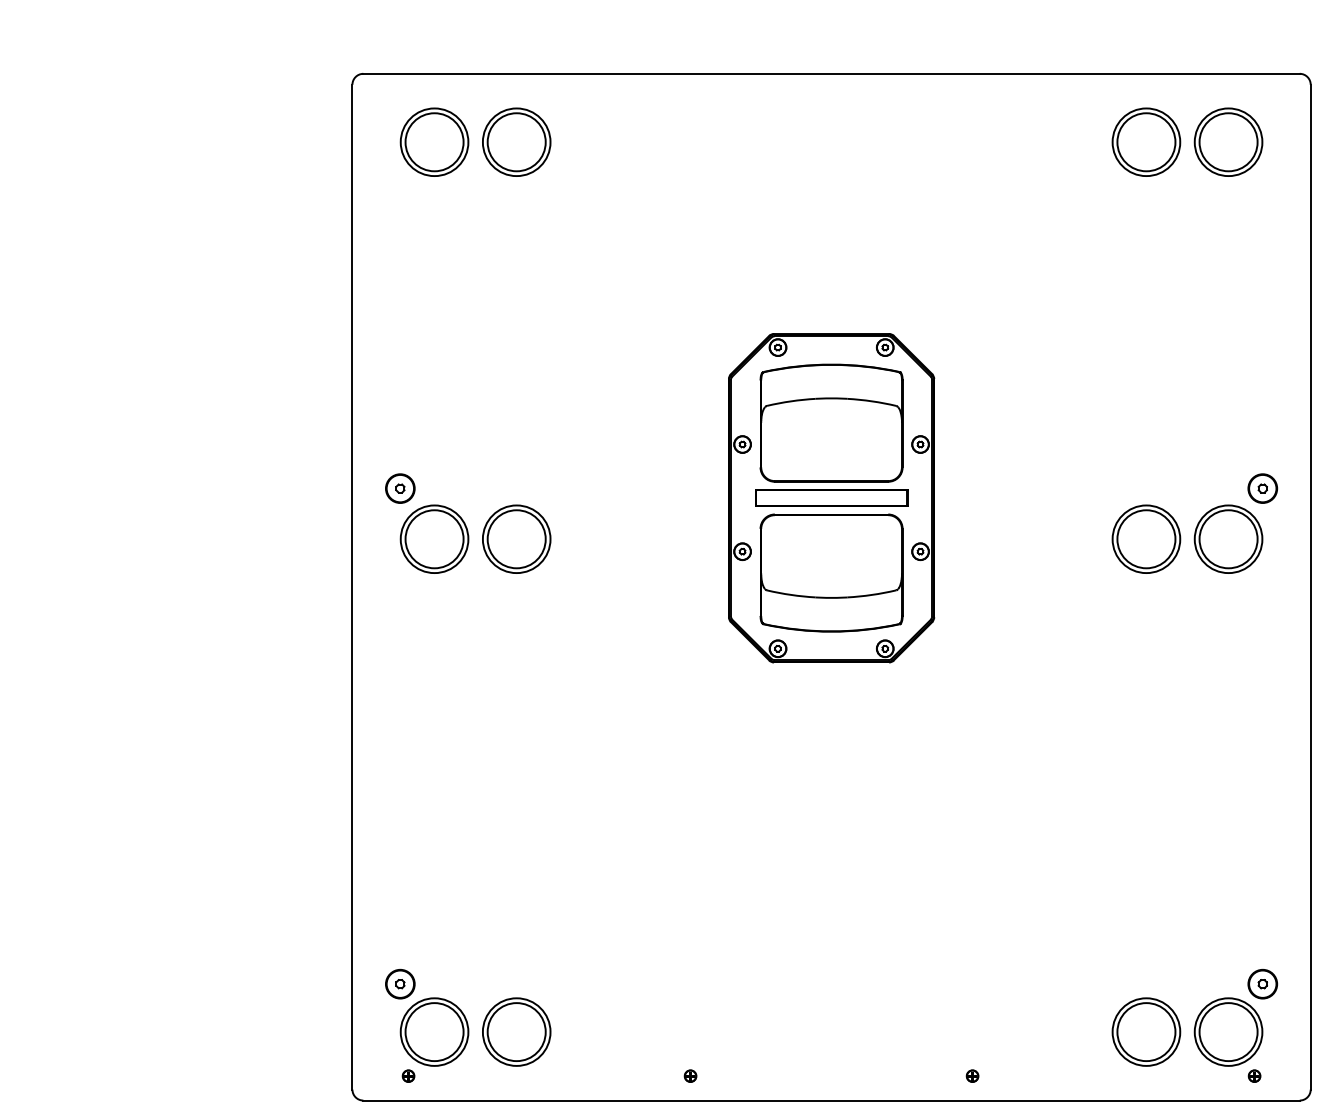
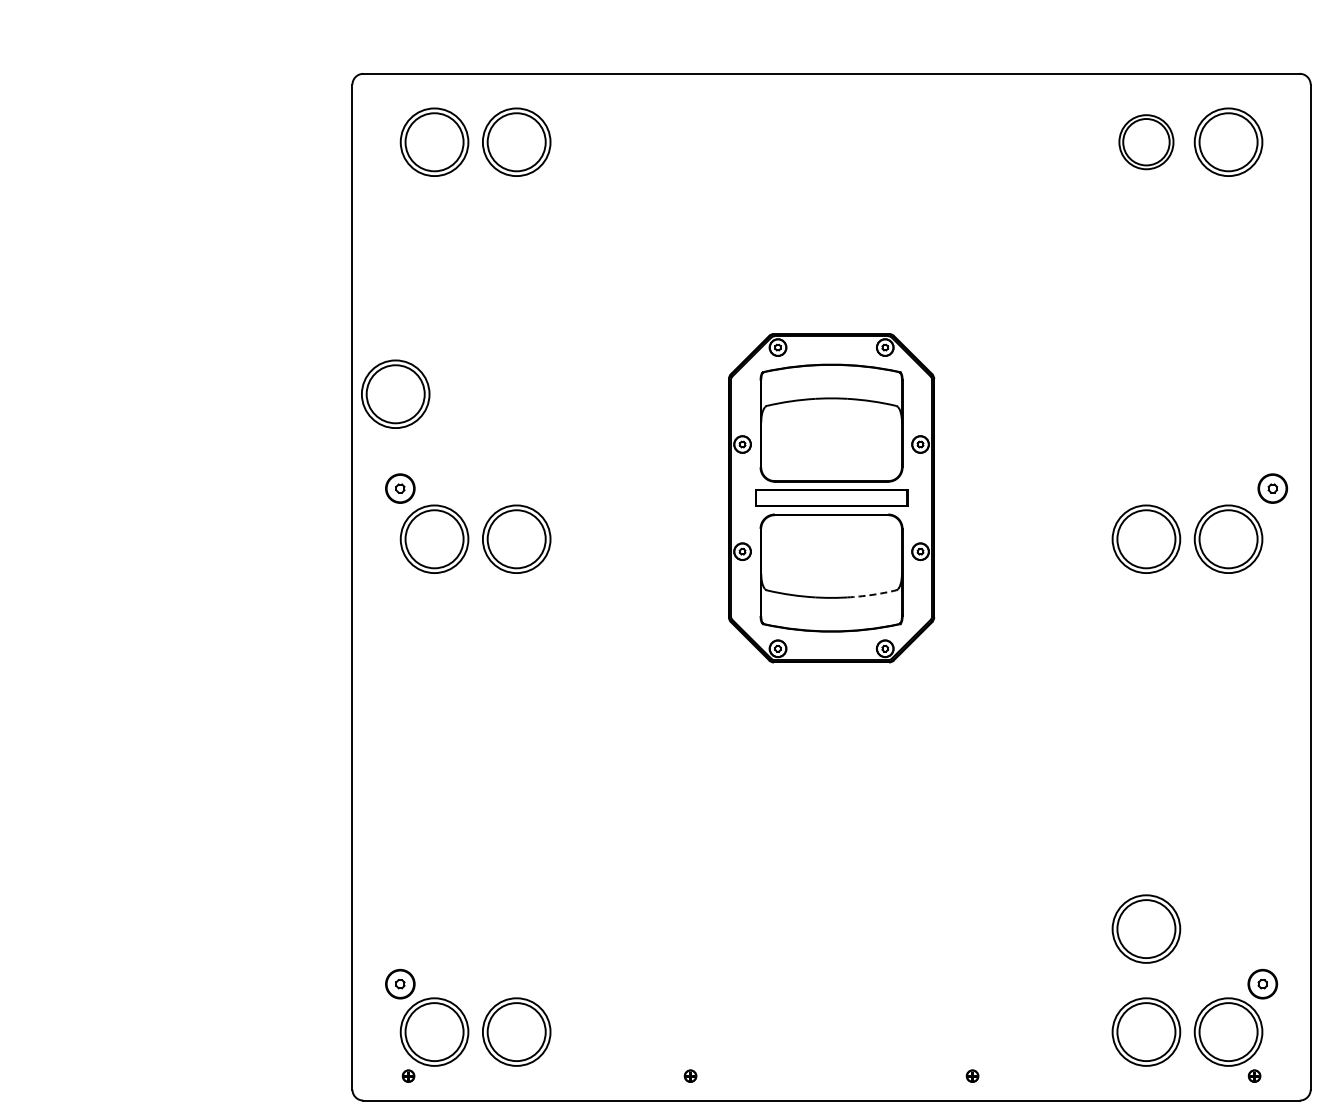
part at (1146, 141) size: 71x70 px -> 57x57 px
part at (395, 393): none -> present
part at (1262, 488) position: (1262, 488) -> (1272, 488)
arc at (871, 594): solid -> dashed
part at (1146, 928): none -> present
